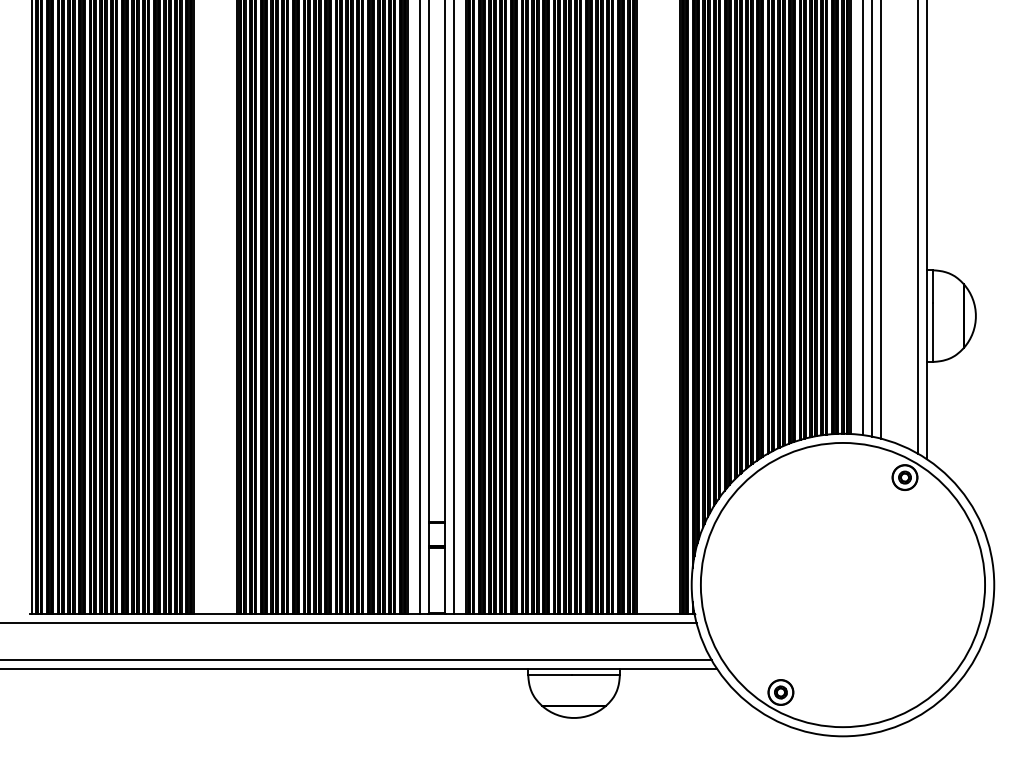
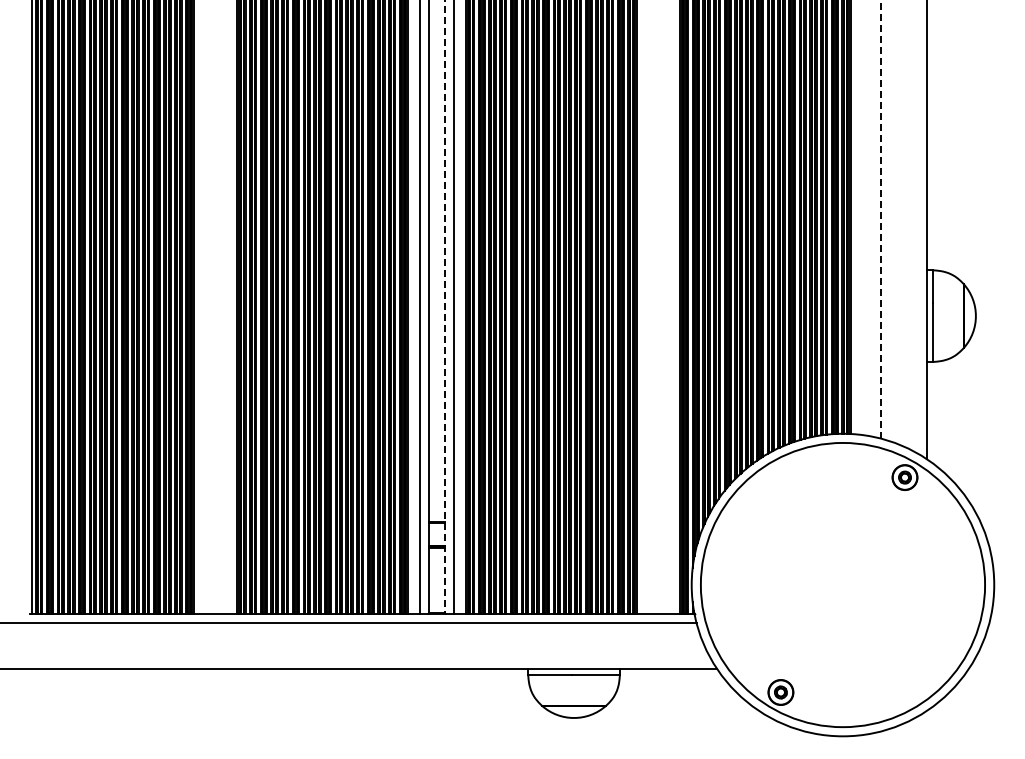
line at (862, 218): present -> none
line at (872, 219): present -> none
line at (881, 219): solid -> dashed
line at (917, 227): present -> none
line at (444, 307): solid -> dashed
line at (356, 659): present -> none
